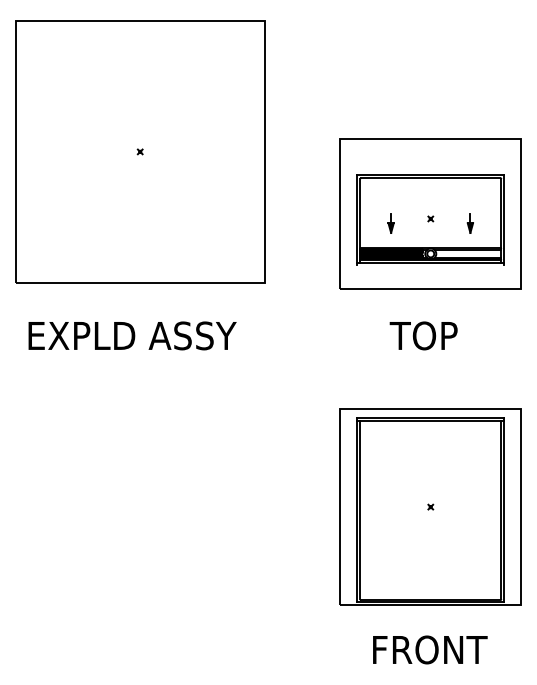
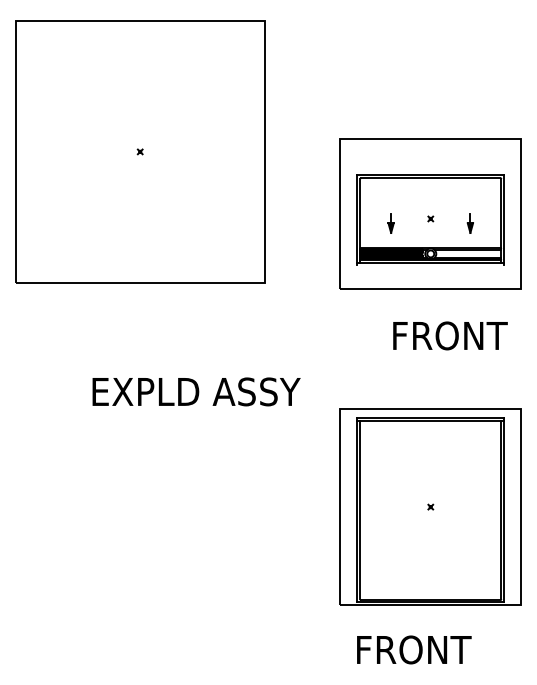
text at (132, 335) position: (132, 335) -> (196, 391)
text at (448, 335): TOP -> FRONT
text at (430, 649) position: (430, 649) -> (414, 649)
